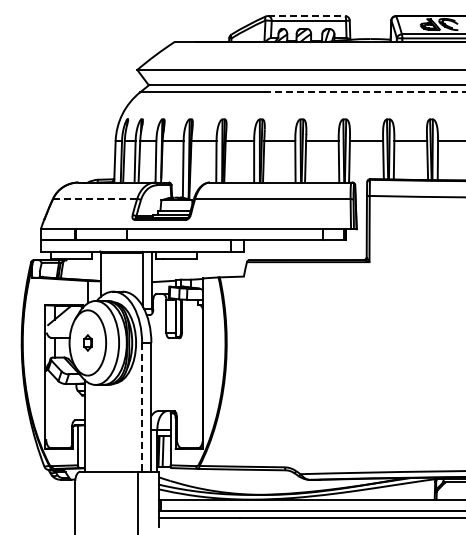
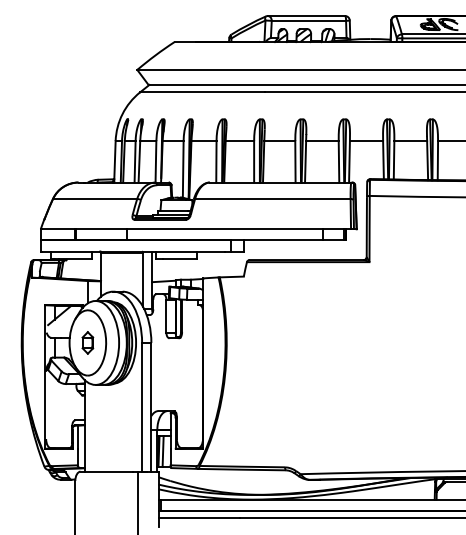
line at (306, 16): dashed -> solid
line at (364, 92): dashed -> solid
line at (94, 198): dashed -> solid
part at (87, 342) size: 10x18 px -> 14x24 px
line at (142, 407): dashed -> solid
